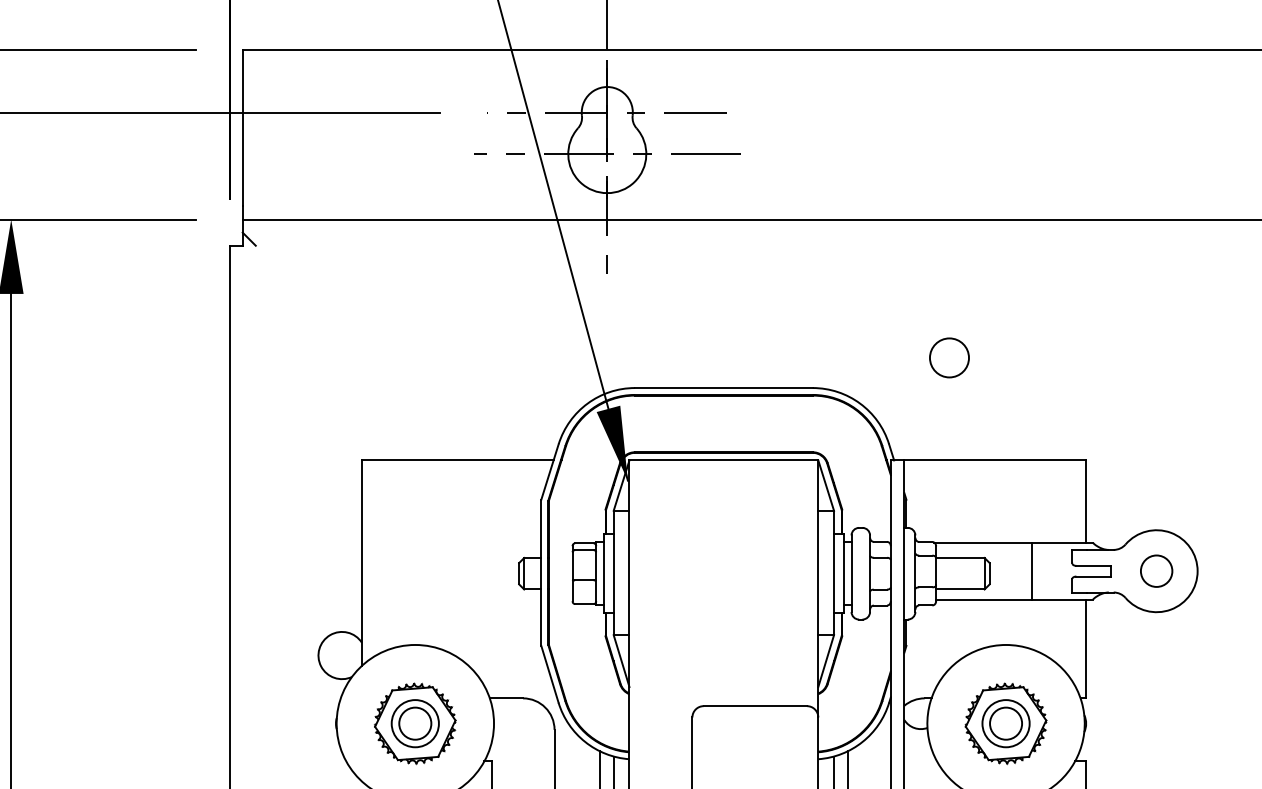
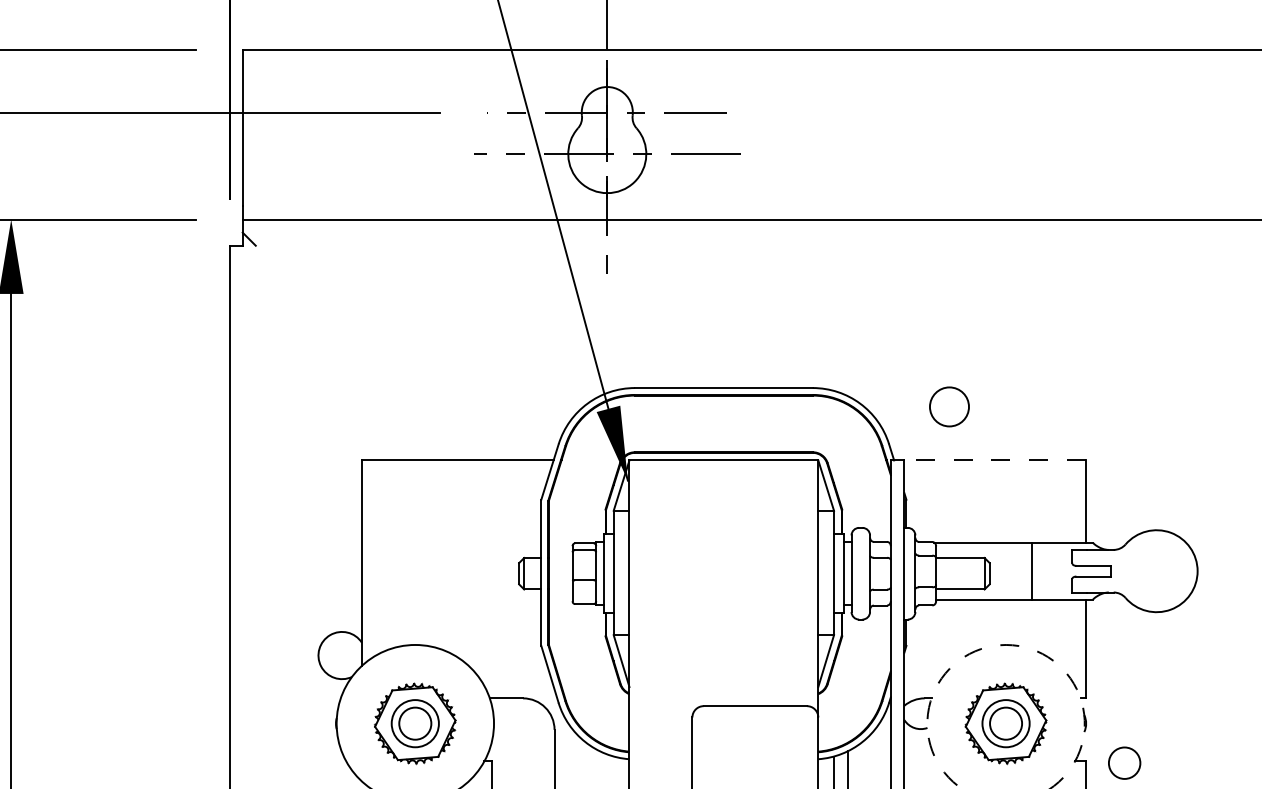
circle at (949, 357) position: (949, 357) -> (949, 406)
line at (995, 460): solid -> dashed
circle at (1156, 570) position: (1156, 570) -> (1124, 762)
arc at (1006, 644): solid -> dashed
line at (599, 768): present -> none
line at (613, 770): present -> none
